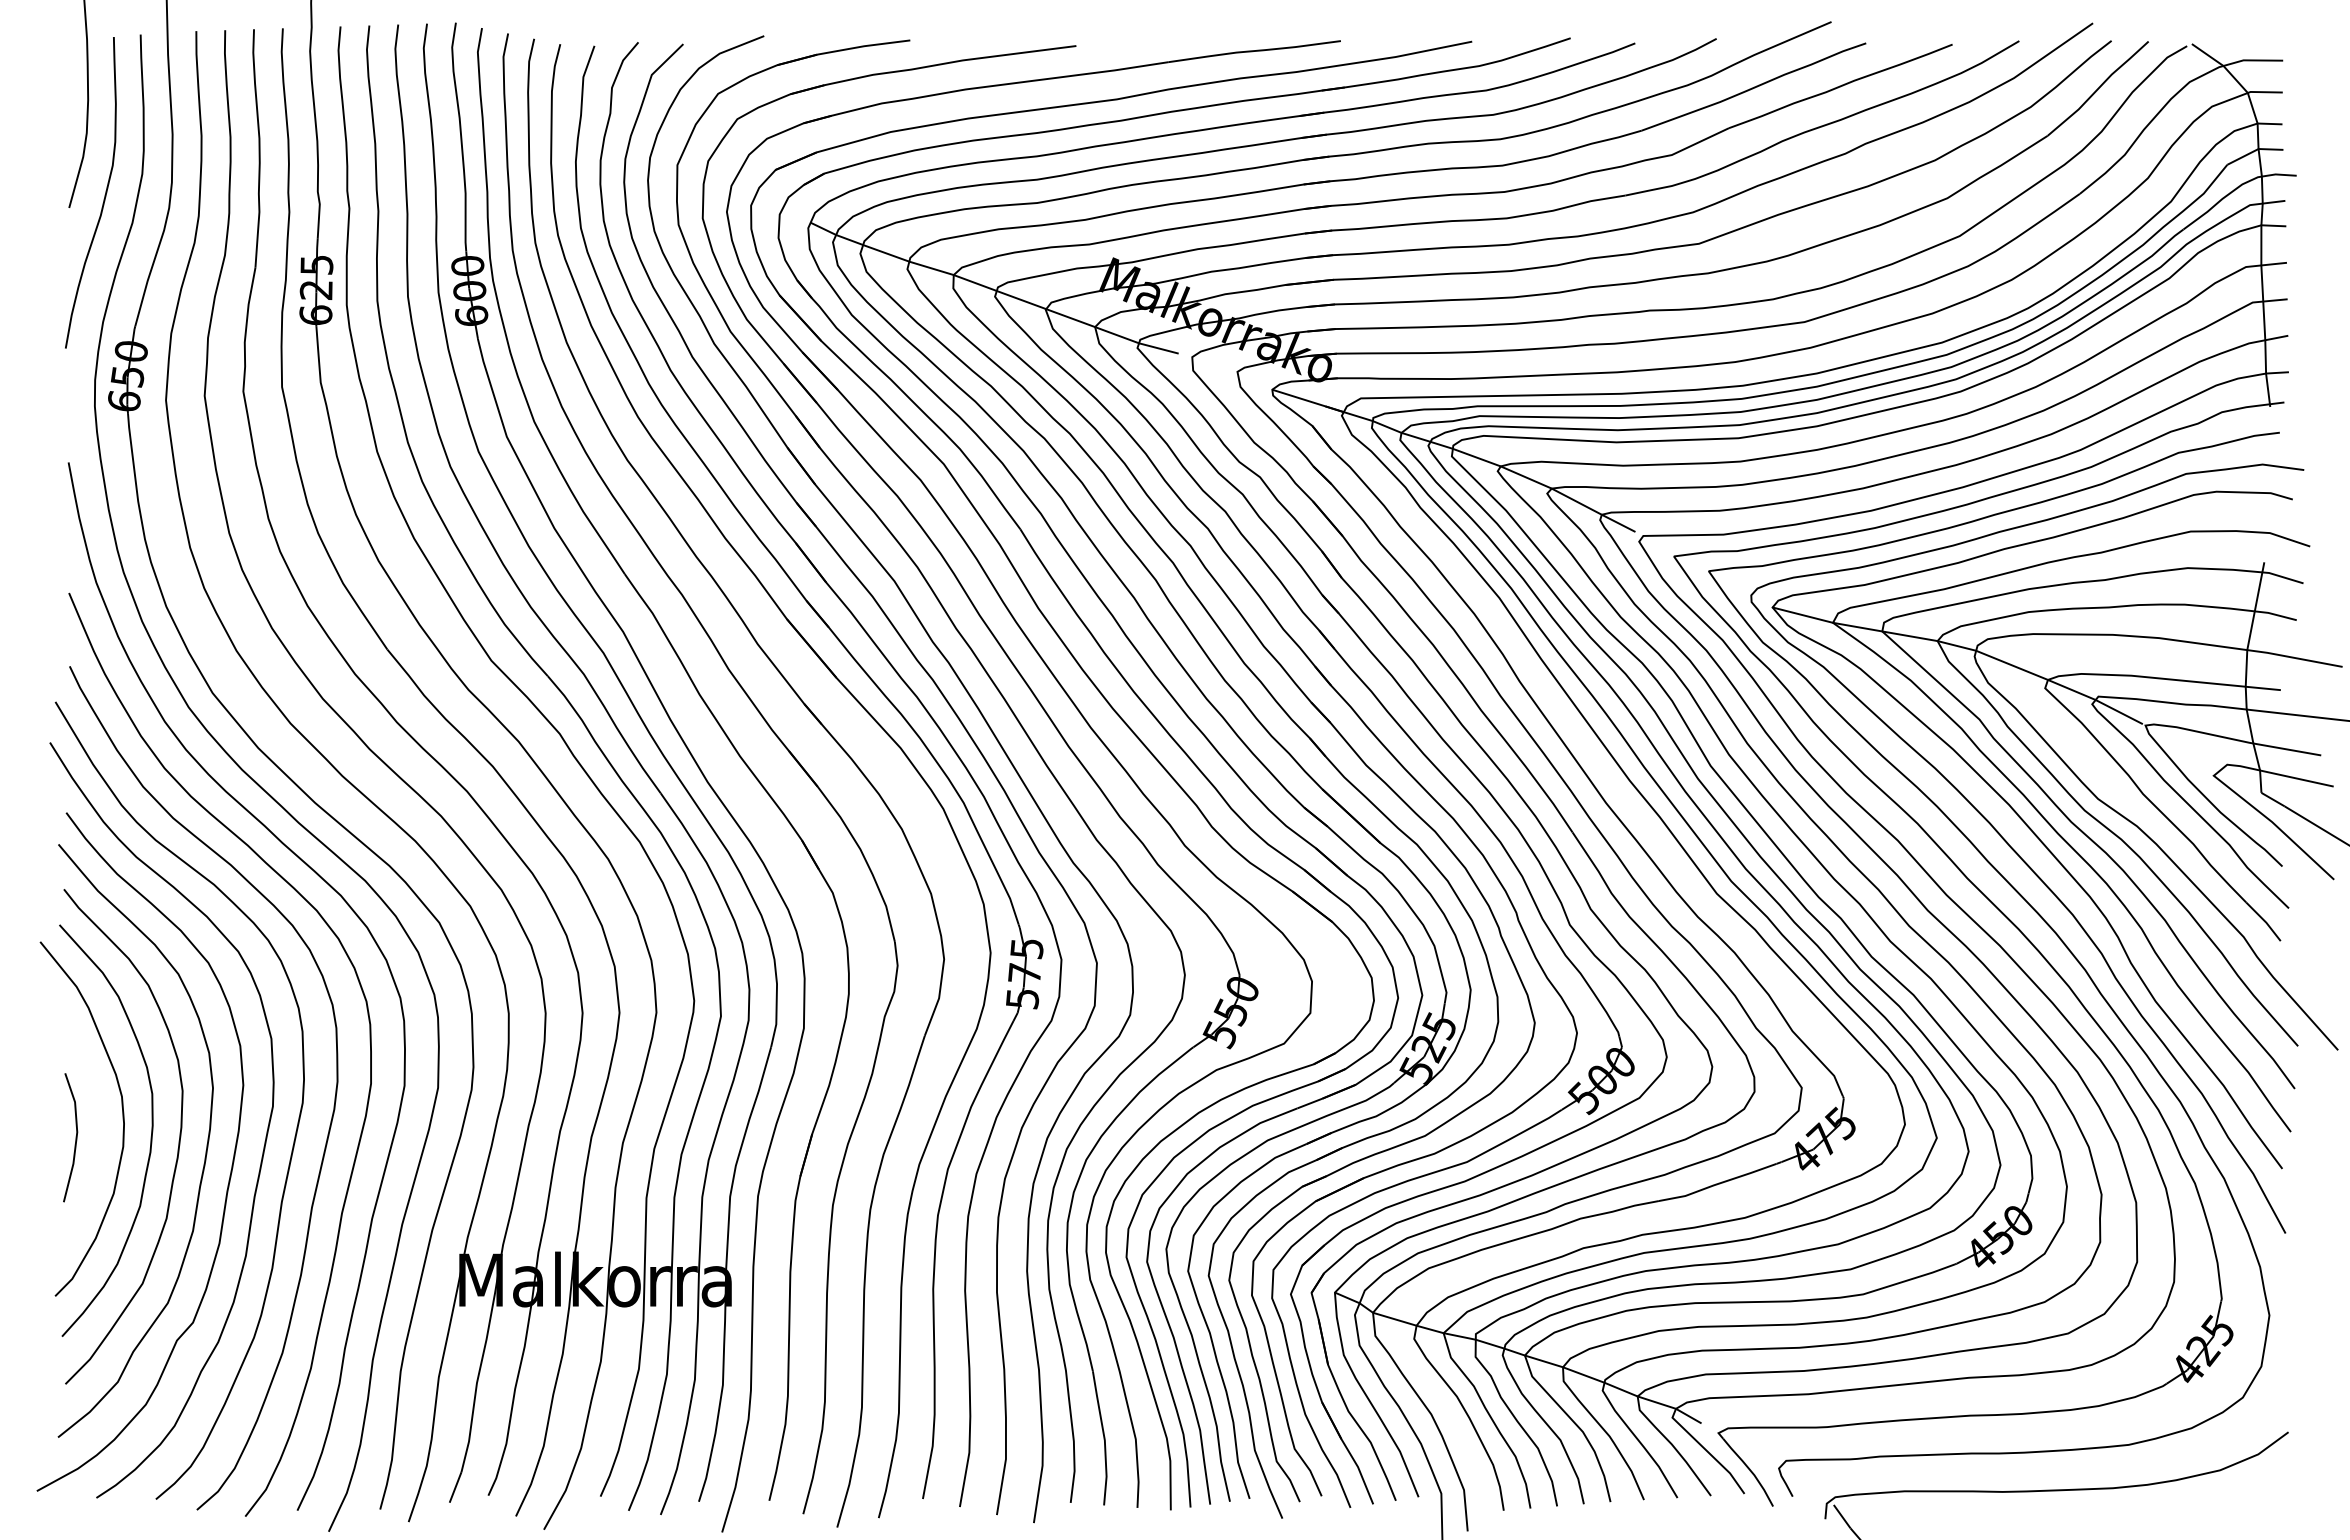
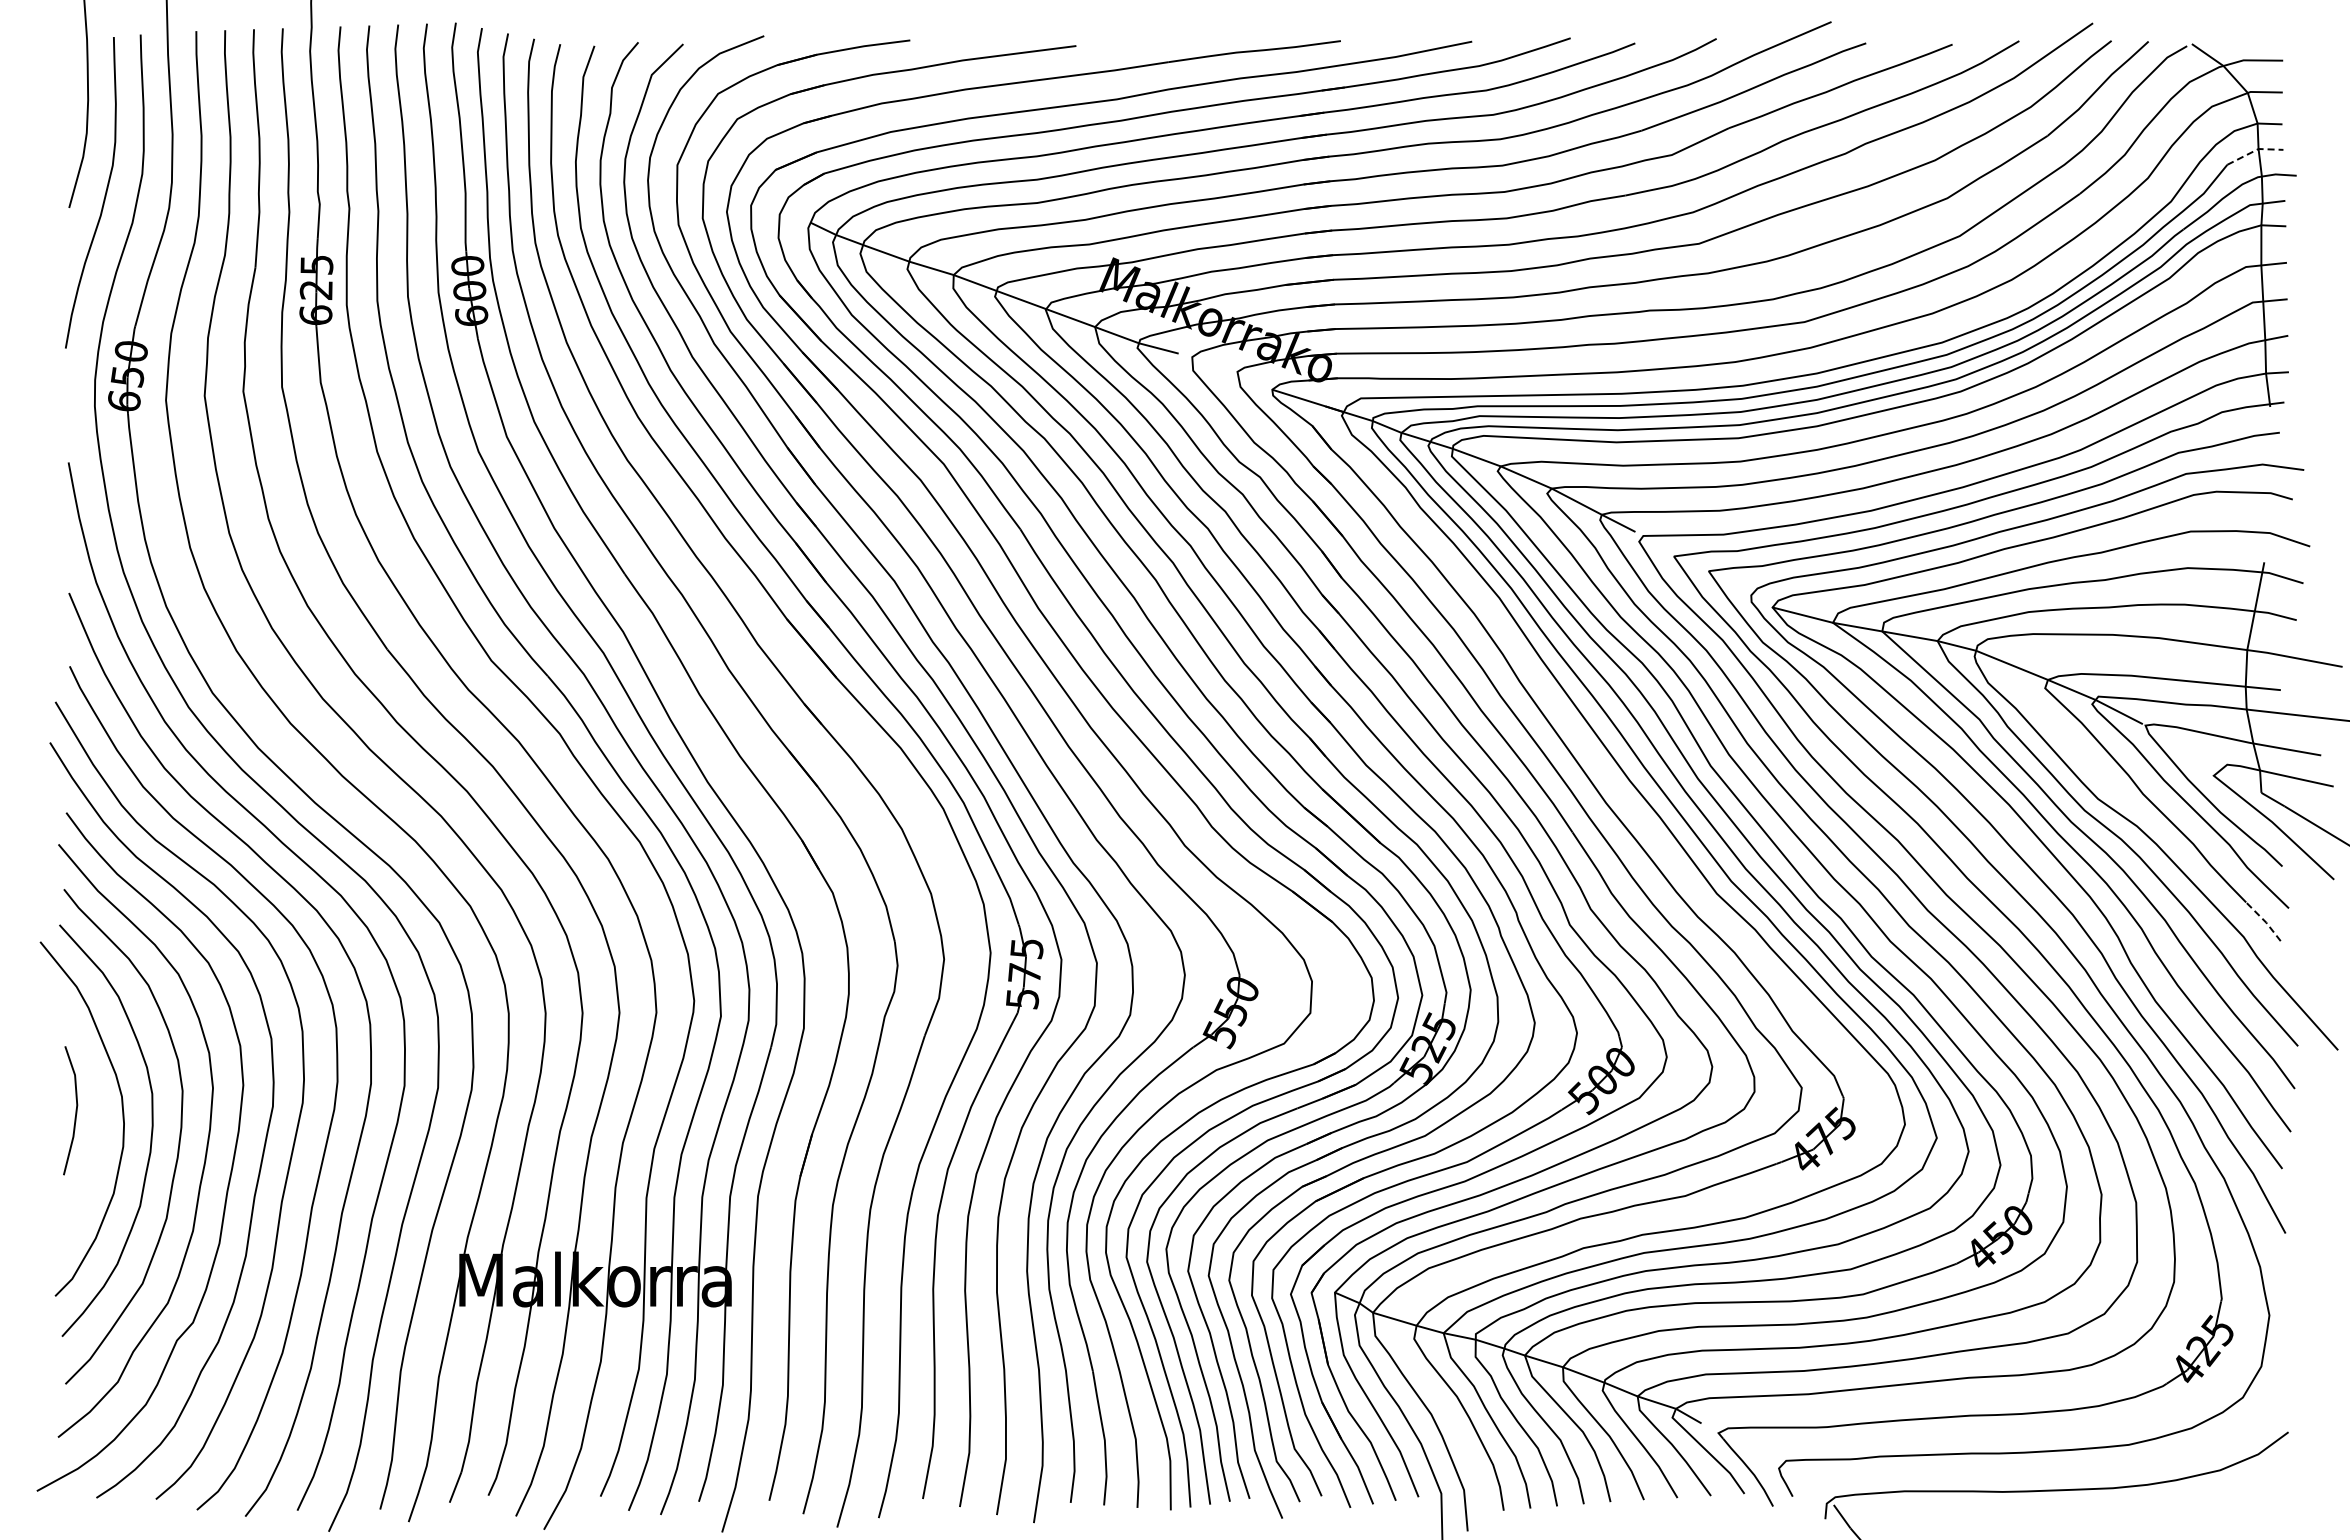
line at (2254, 150): solid -> dashed
line at (2265, 921): solid -> dashed
line at (75, 1137) position: (75, 1137) -> (75, 1110)
